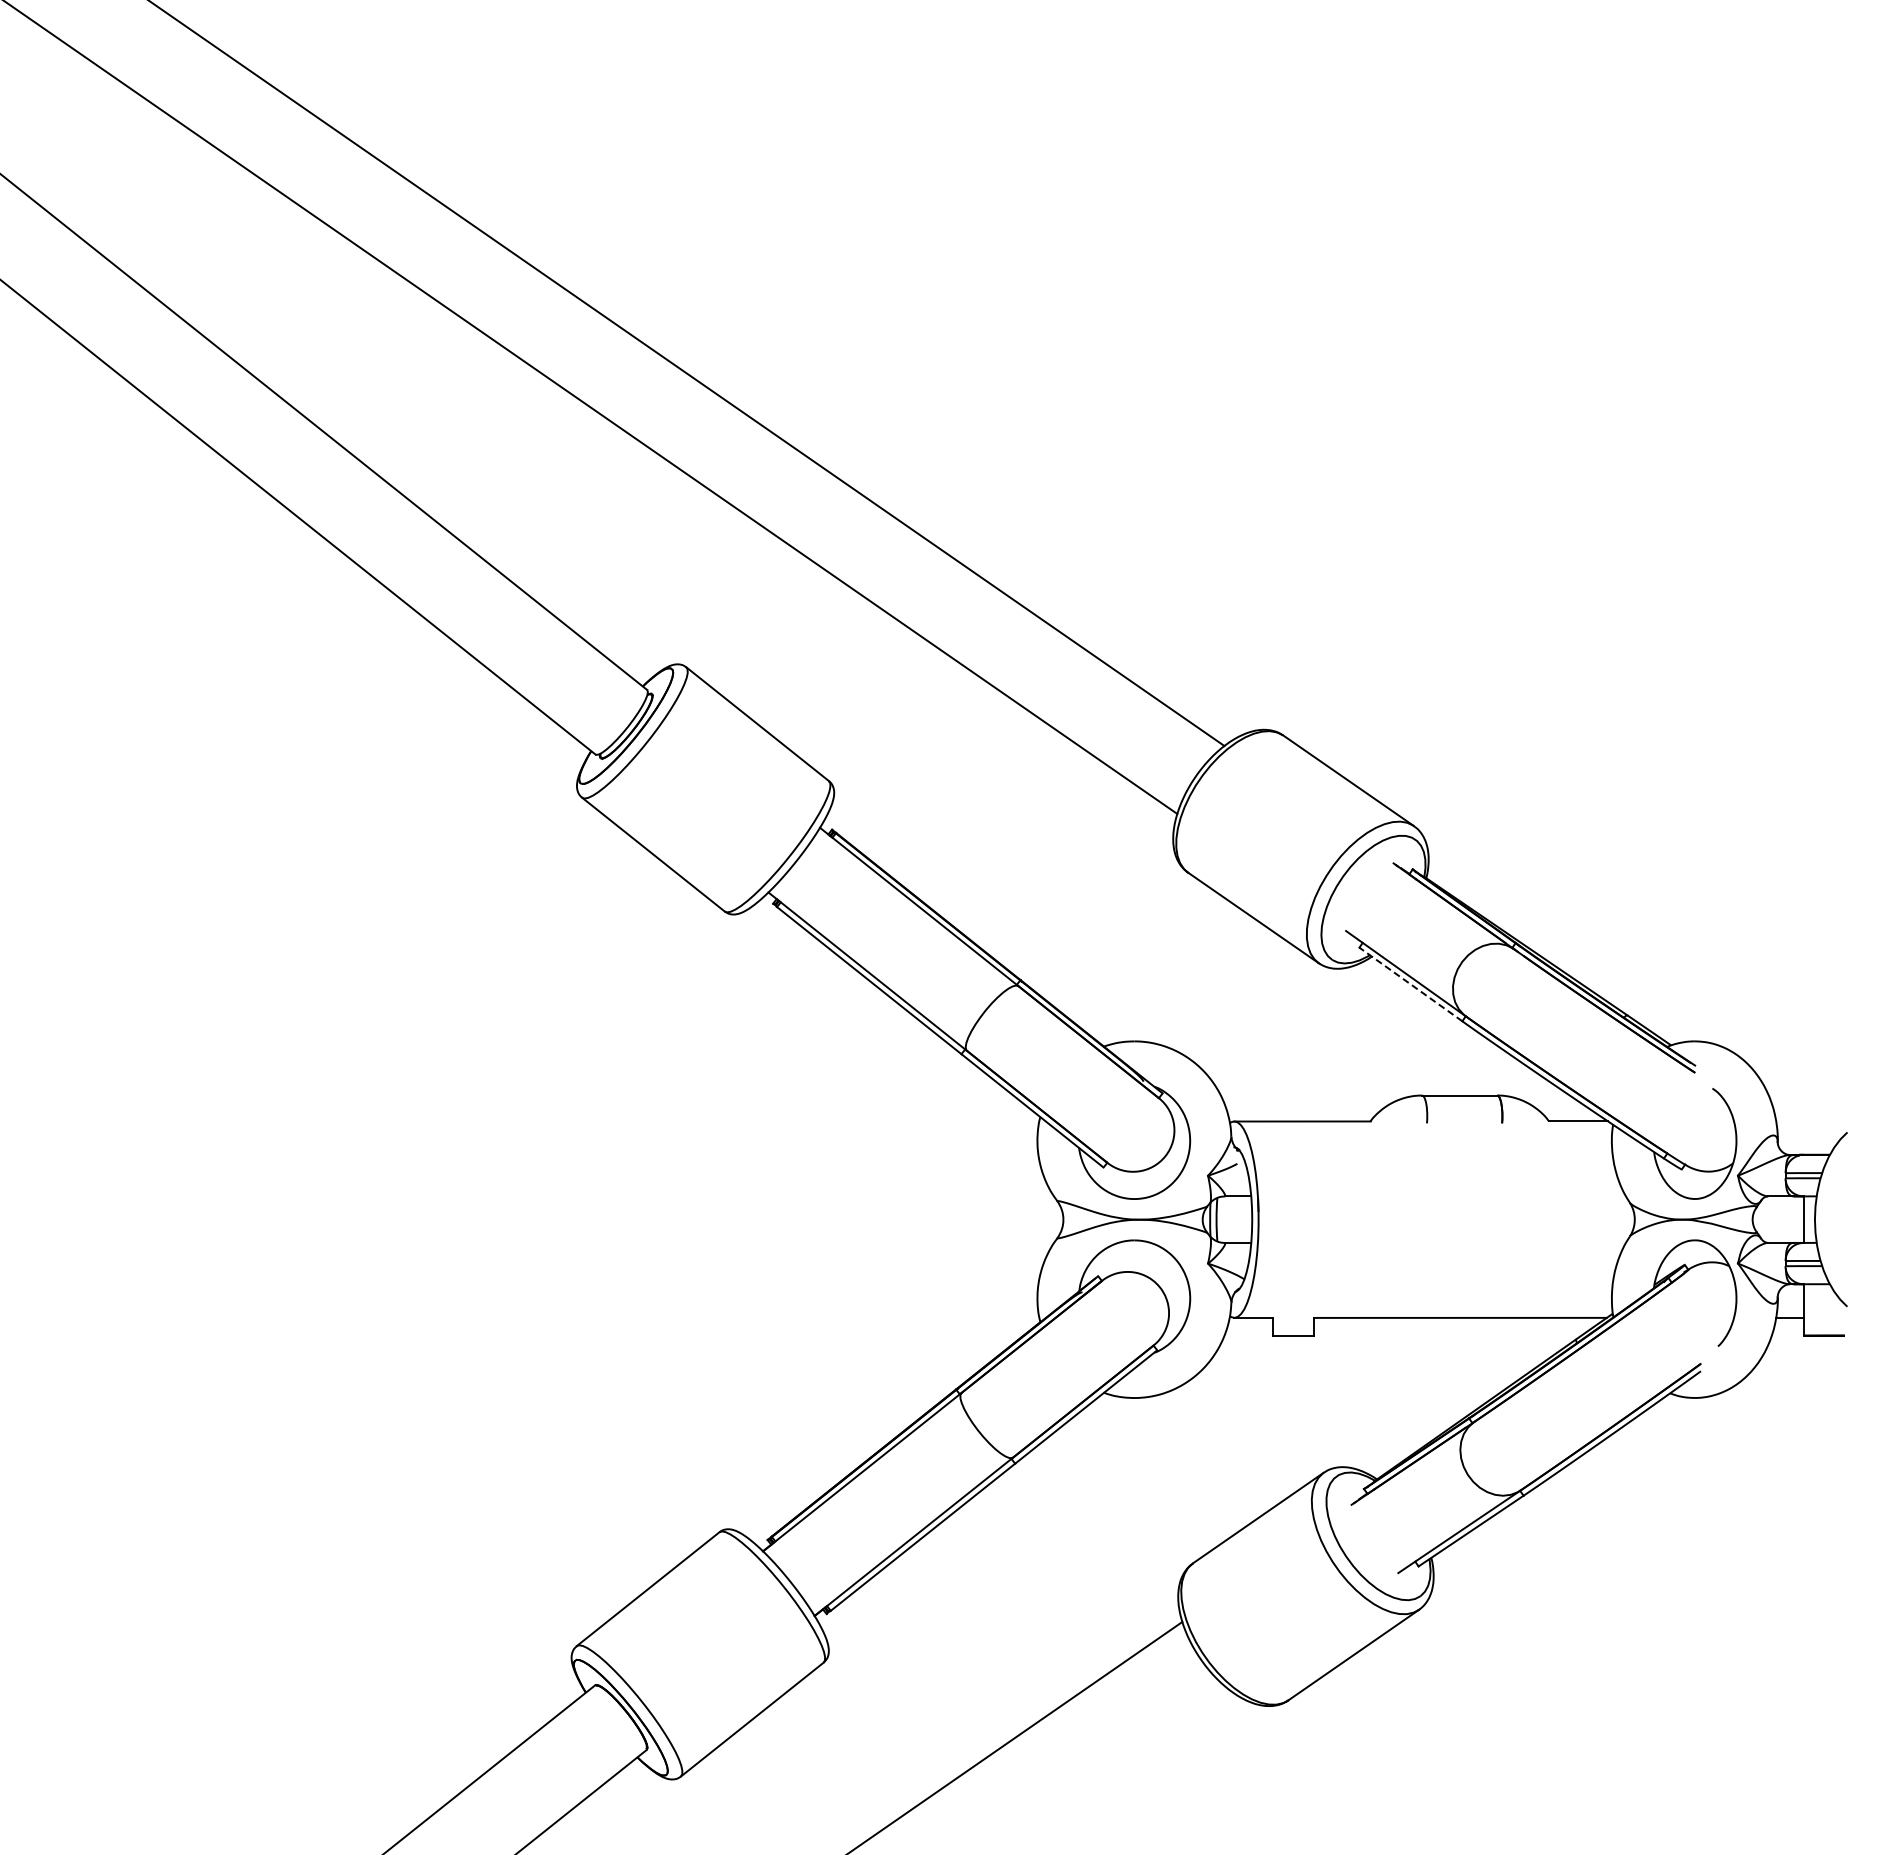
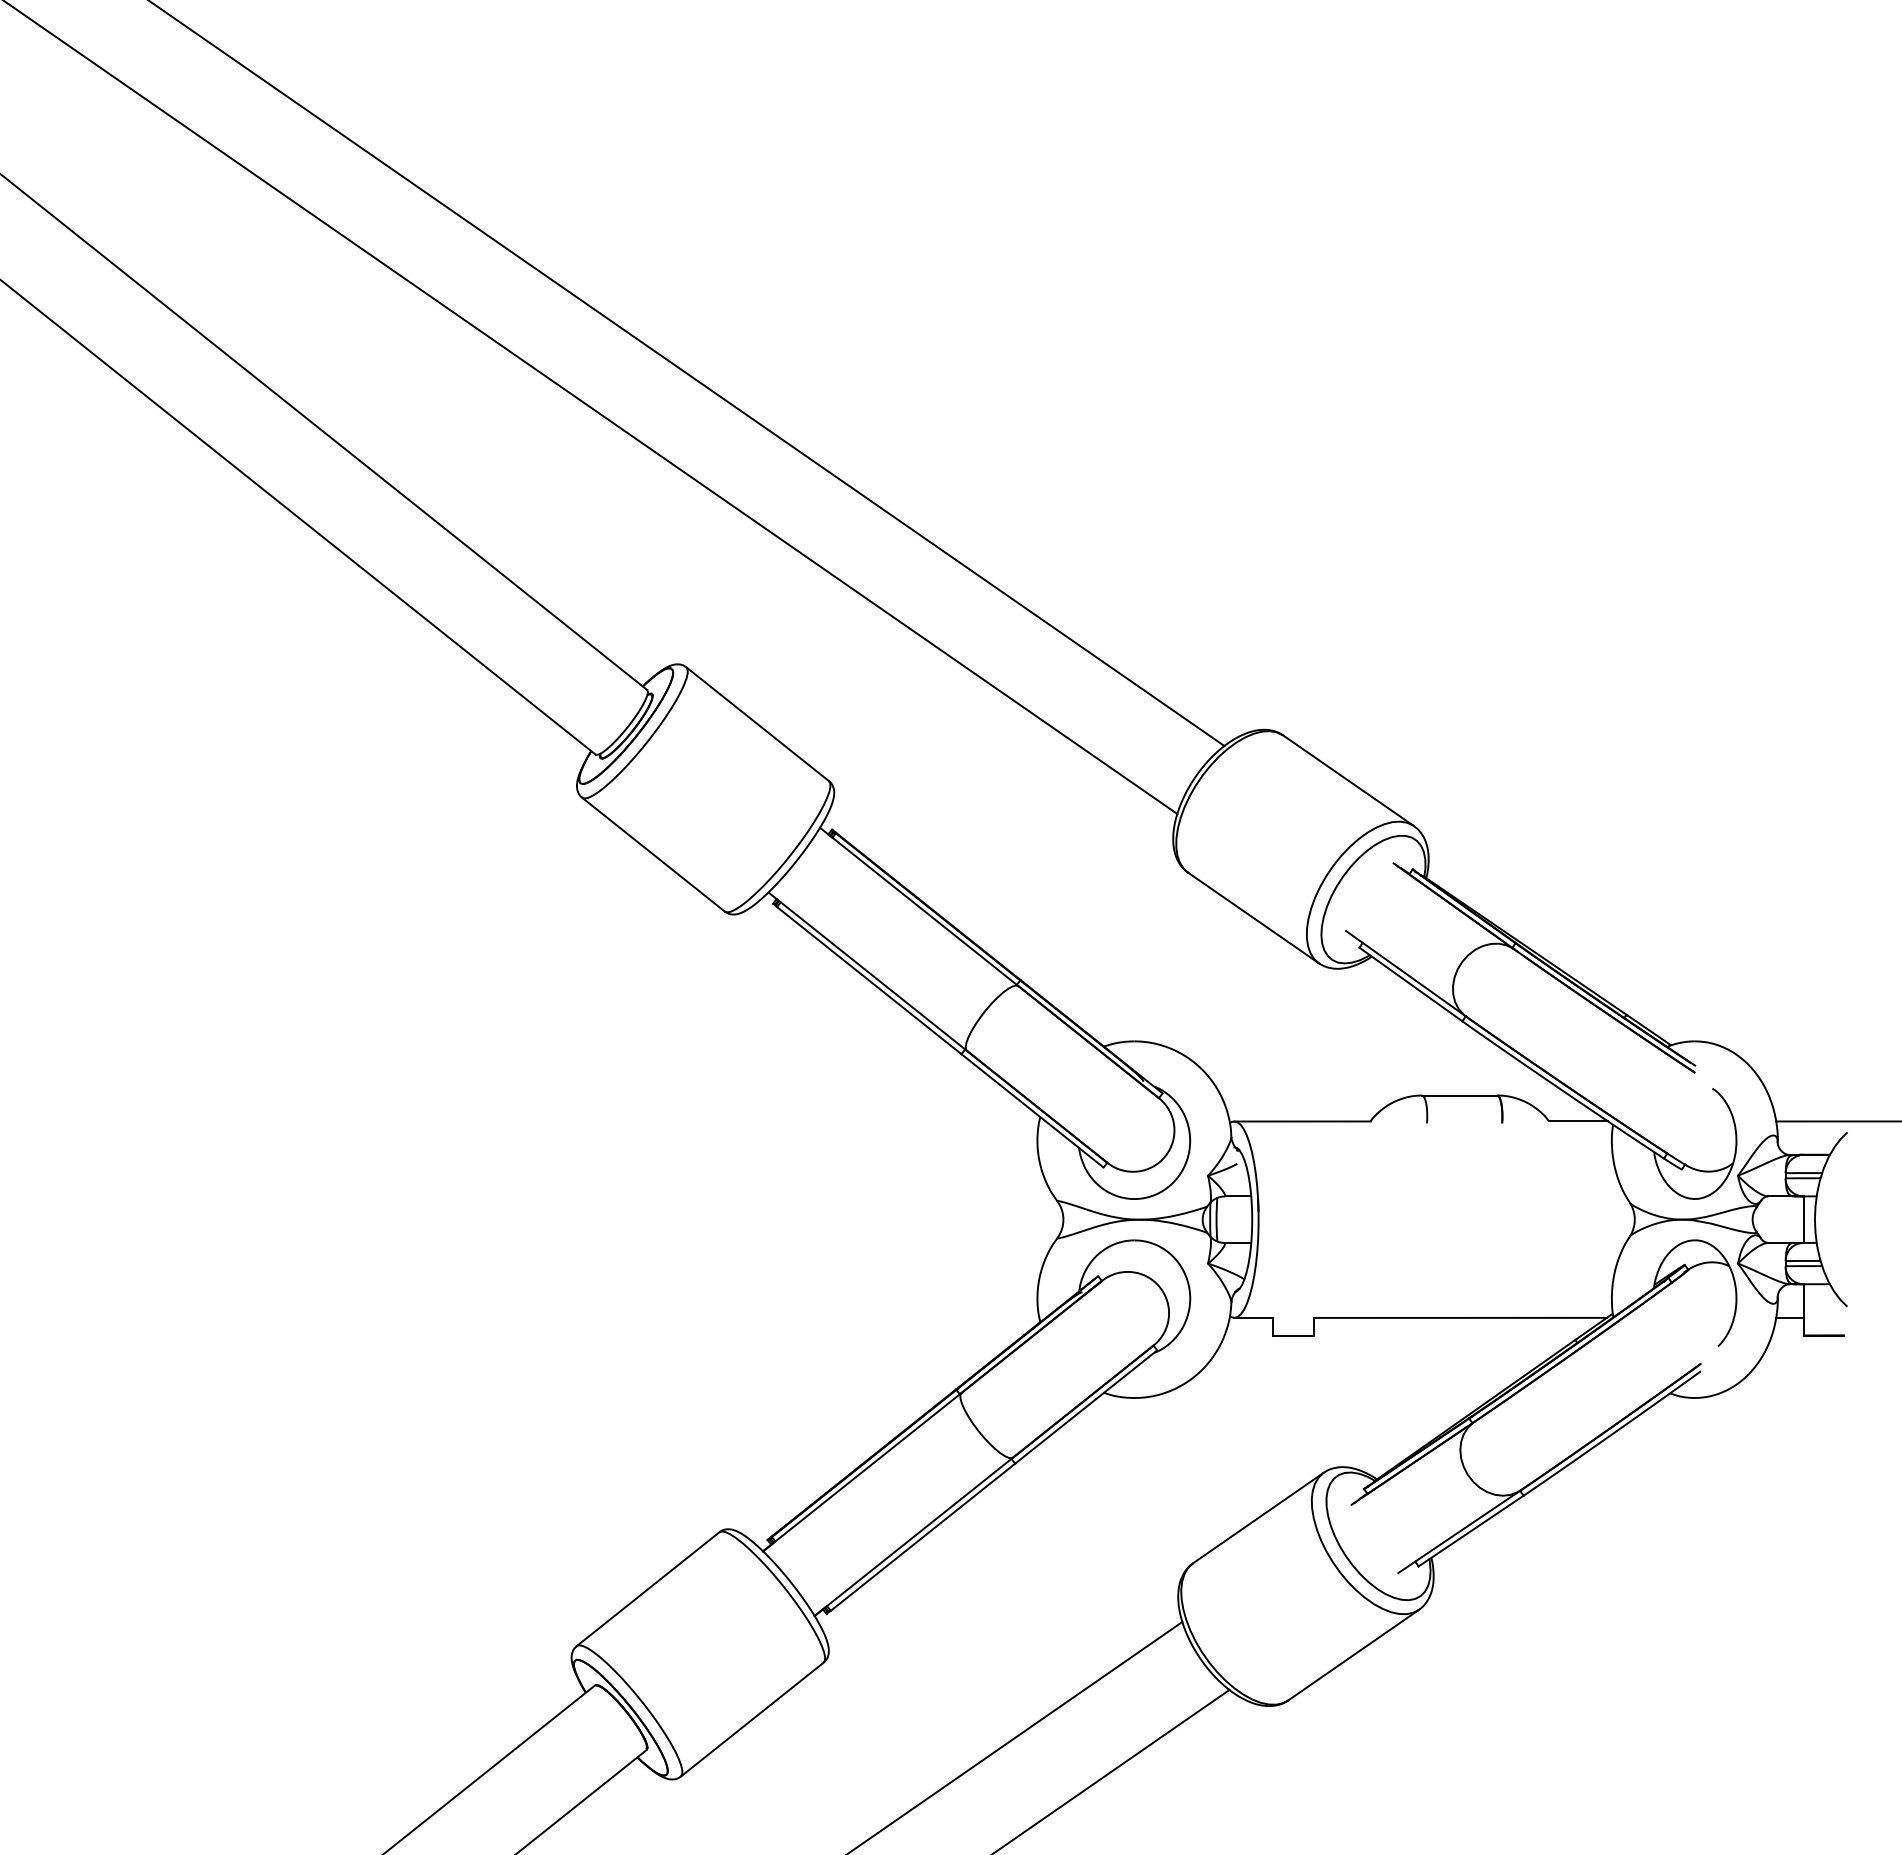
line at (1410, 984): dashed -> solid
line at (1837, 1121): none -> present
line at (1112, 1770): none -> present
